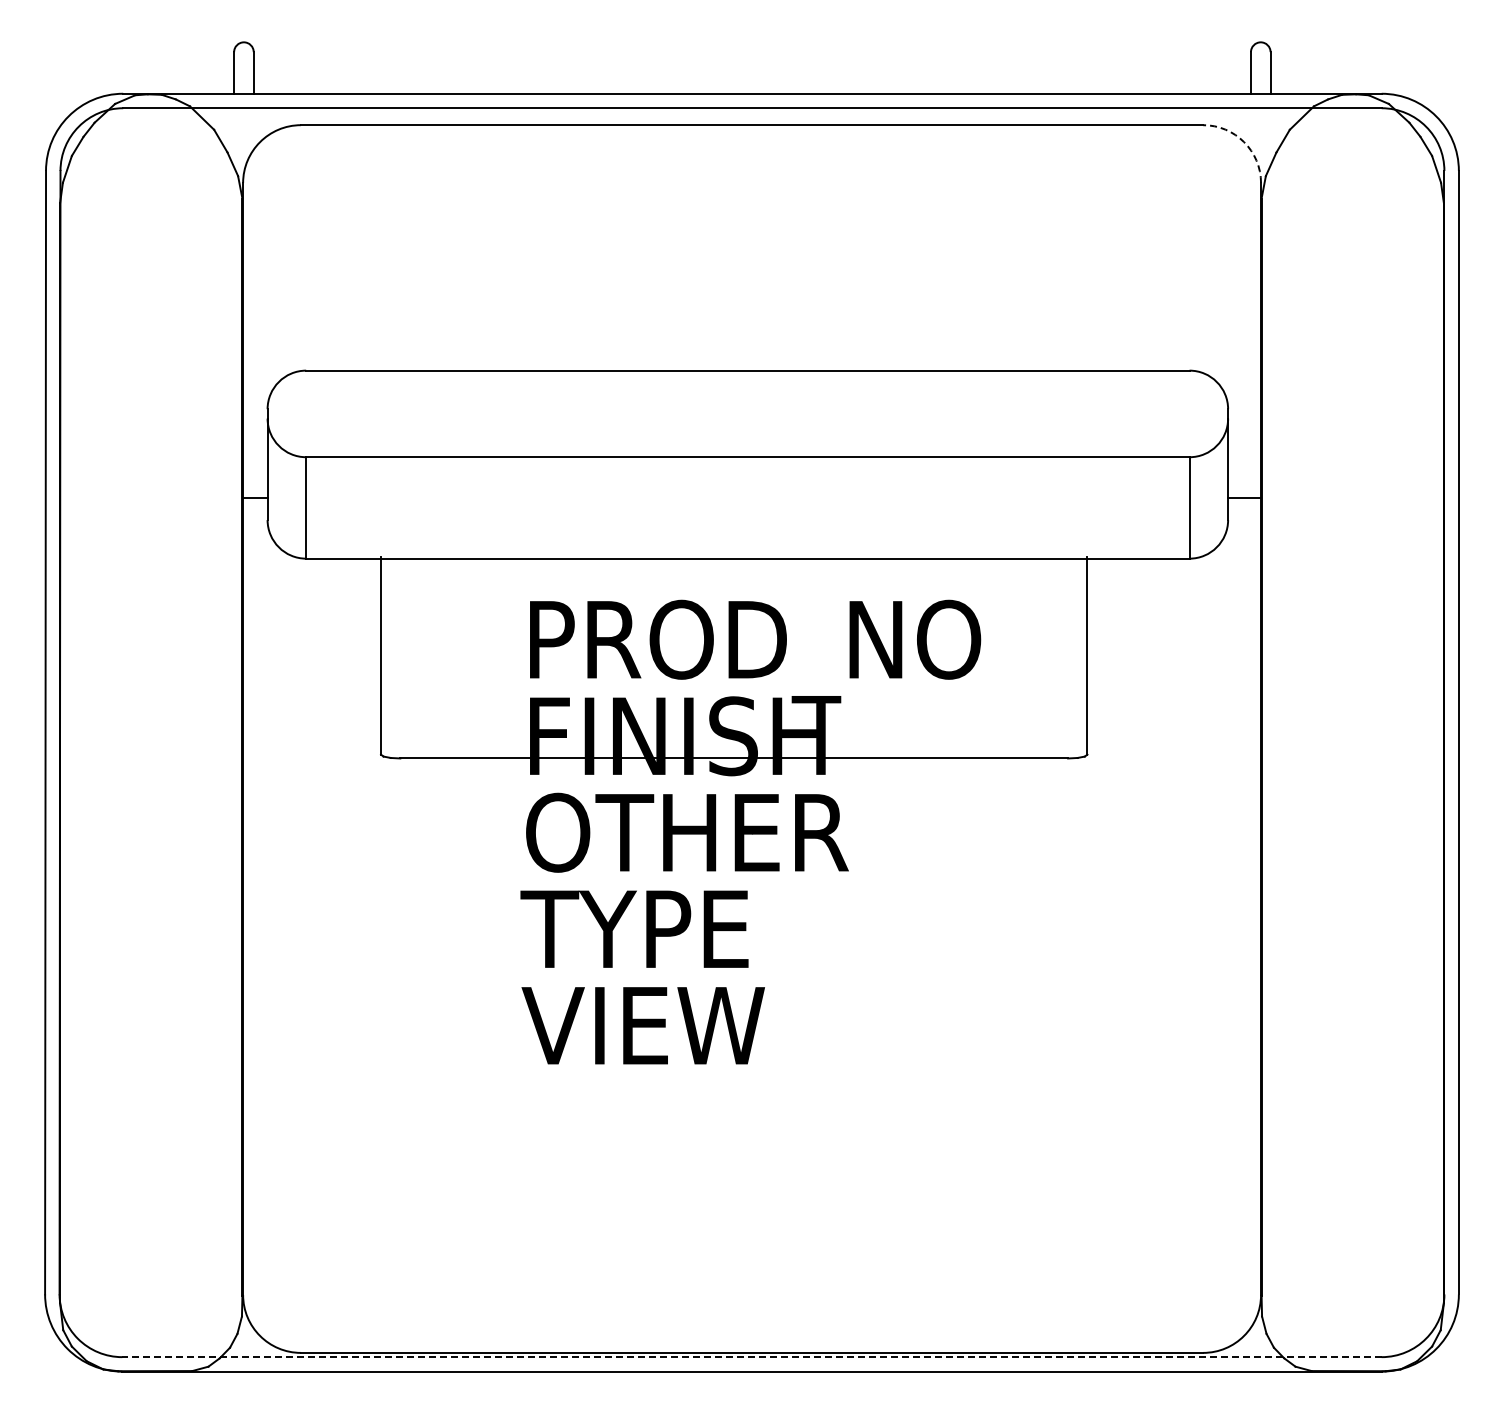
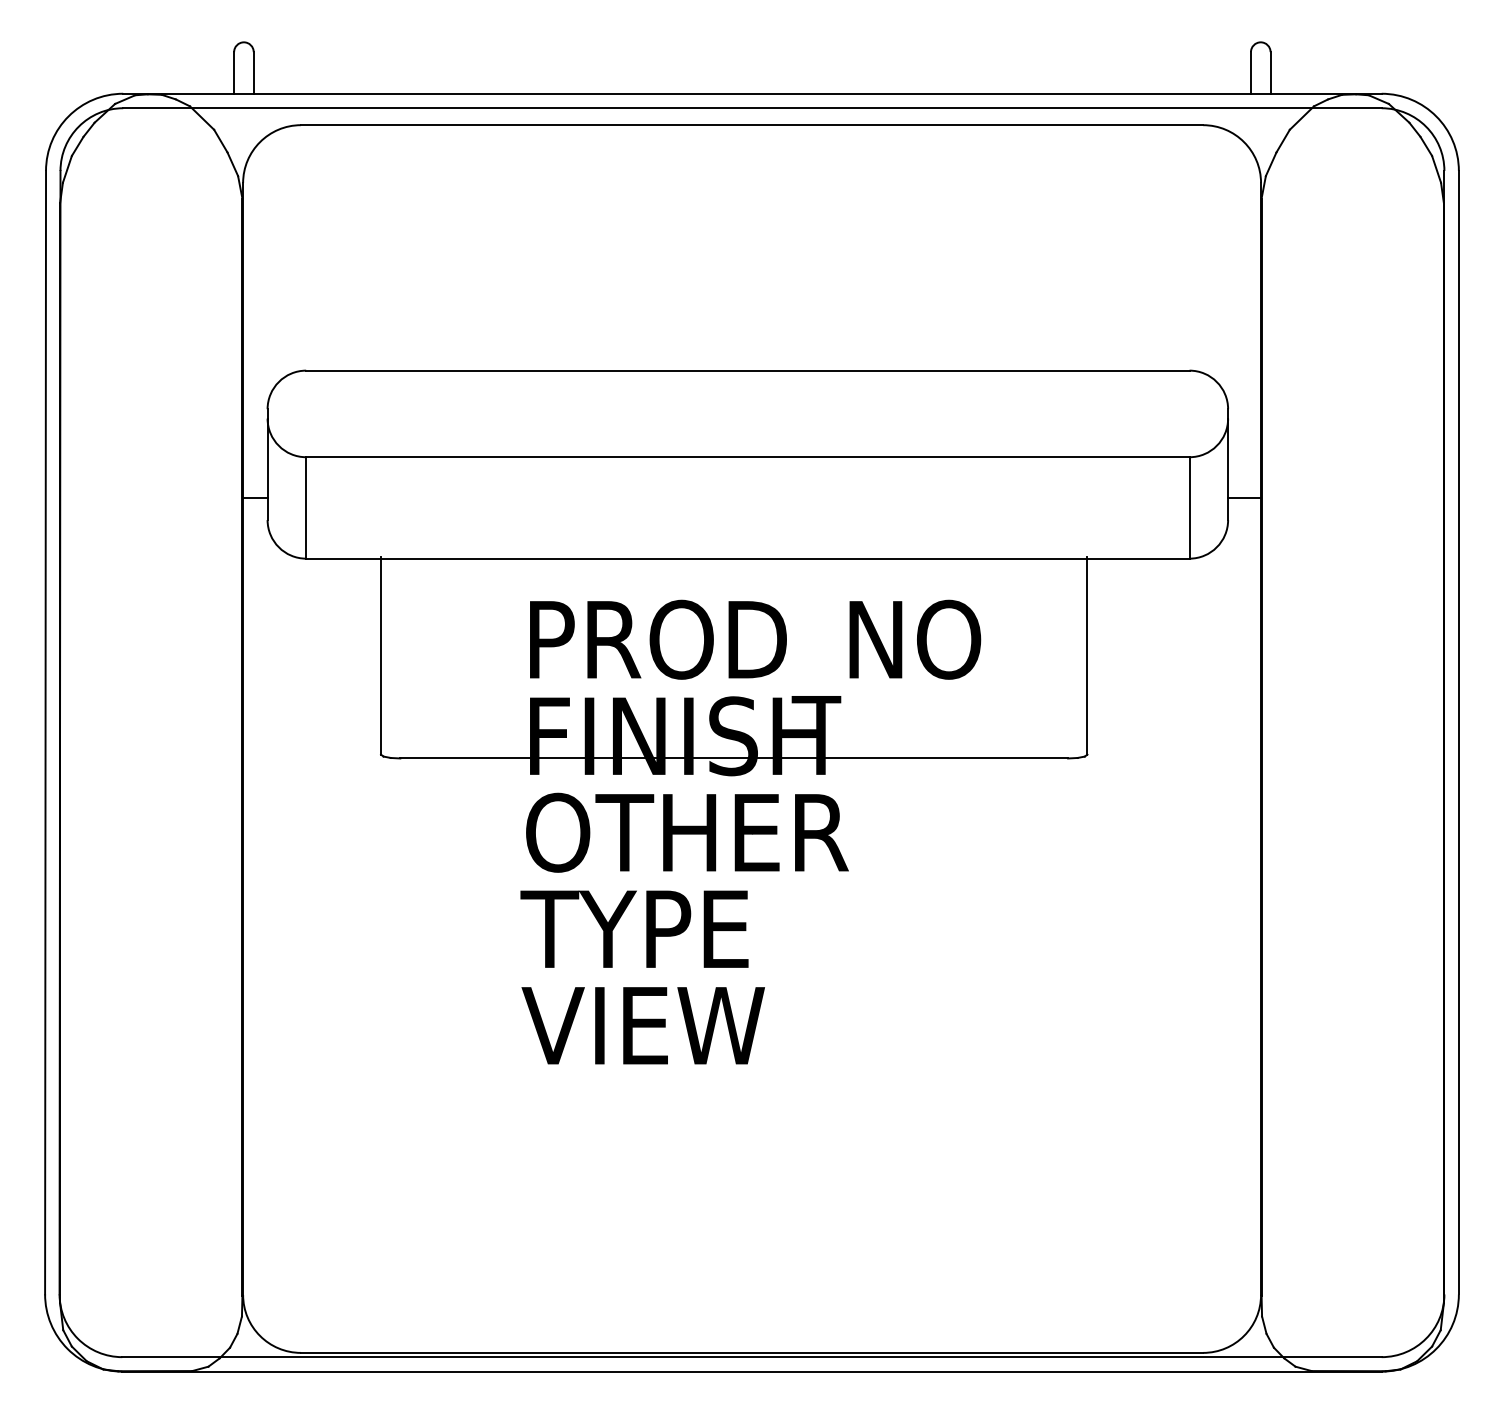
arc at (1244, 142): dashed -> solid
line at (751, 1357): dashed -> solid
